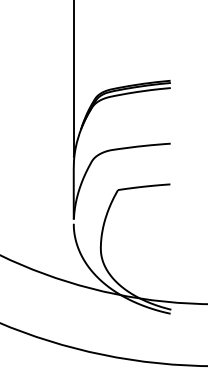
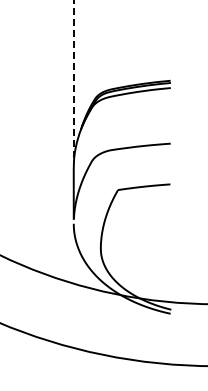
line at (73, 78): solid -> dashed
